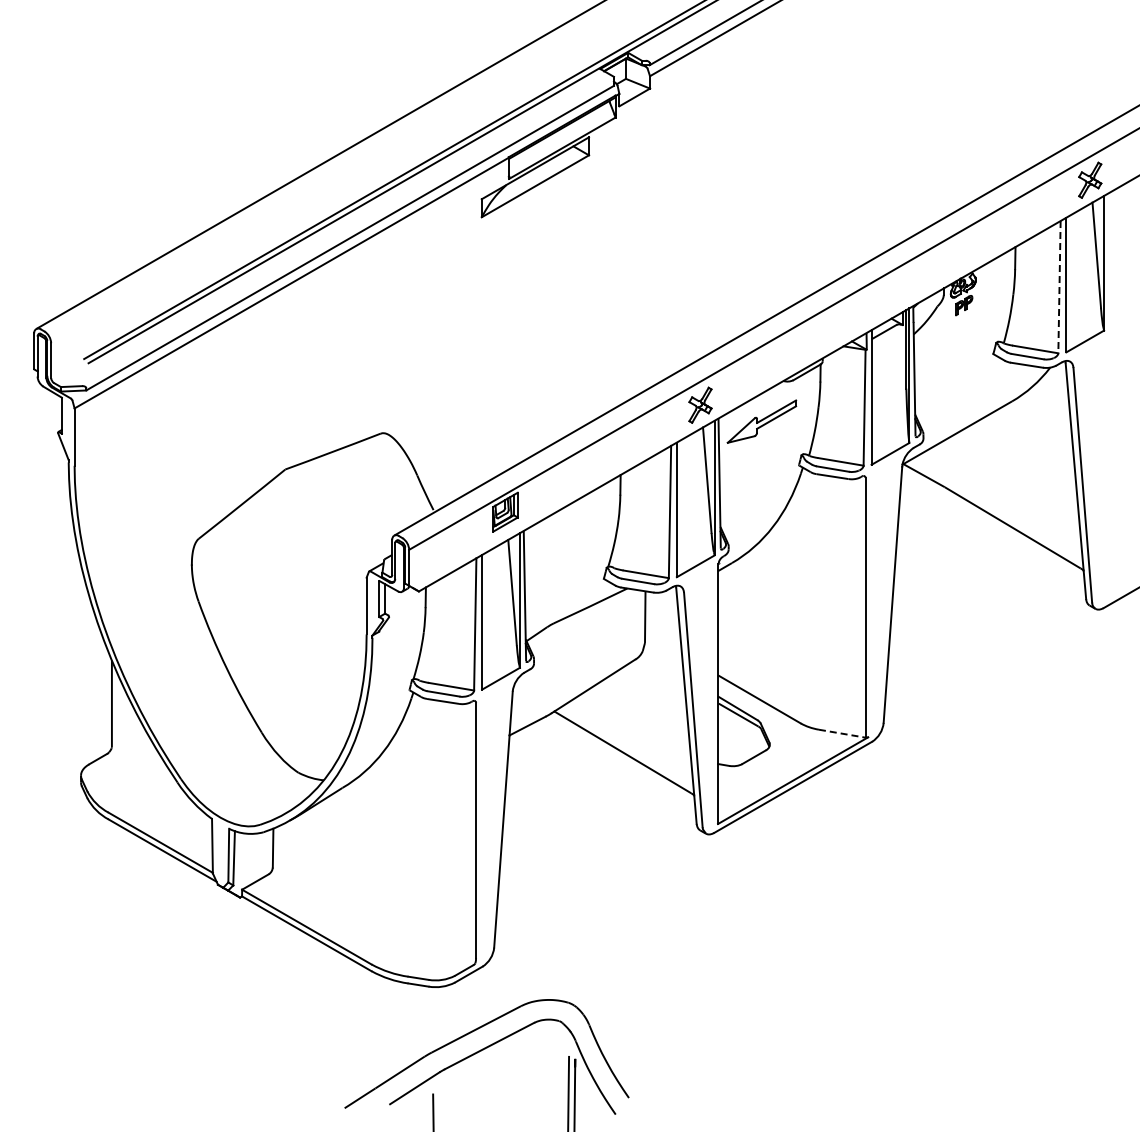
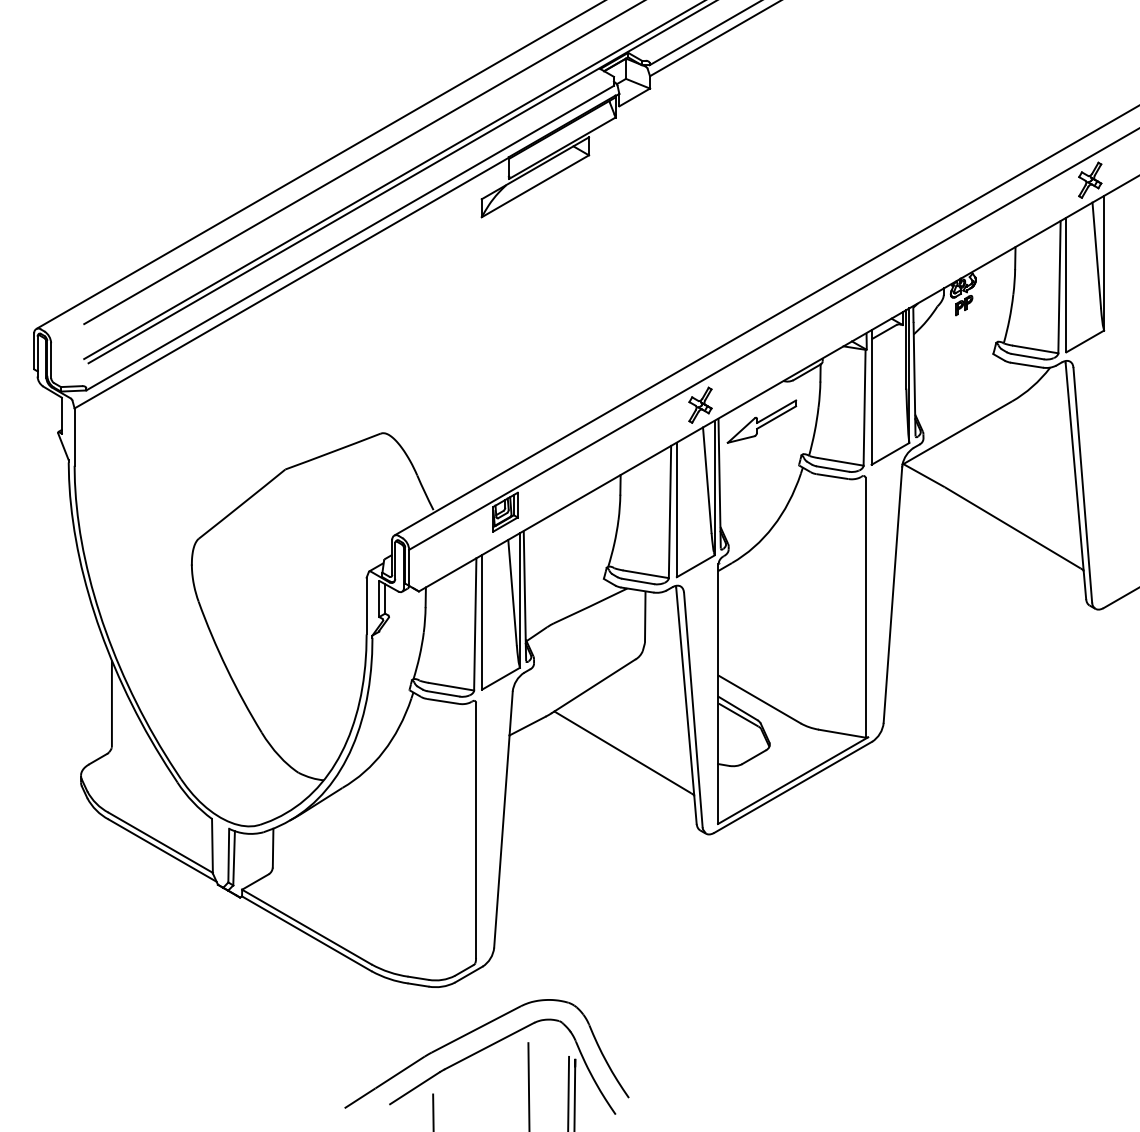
line at (363, 163): none -> present
line at (1059, 287): dashed -> solid
line at (842, 733): dashed -> solid
line at (528, 1085): none -> present
